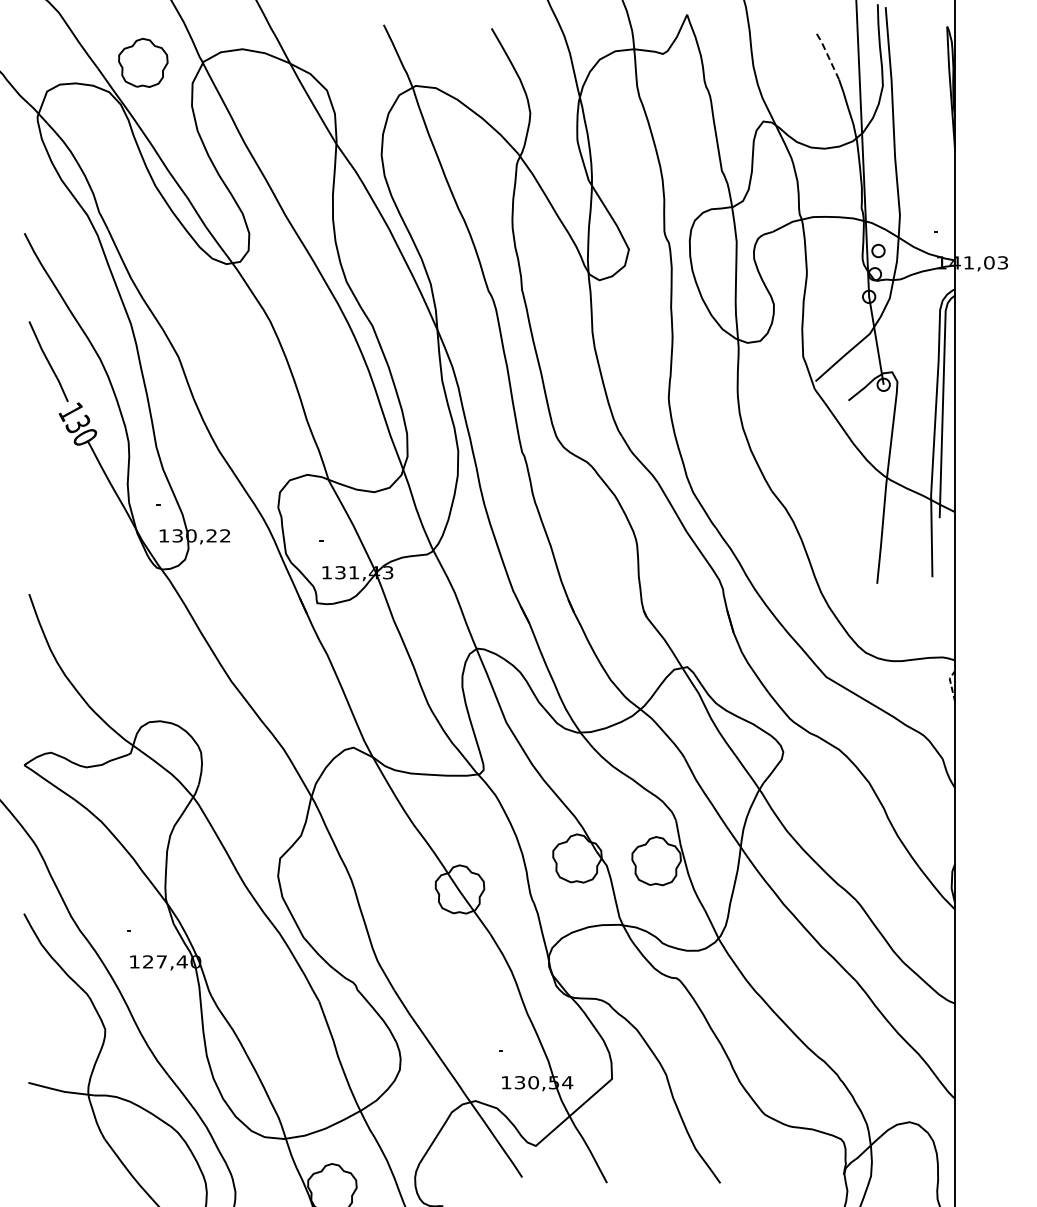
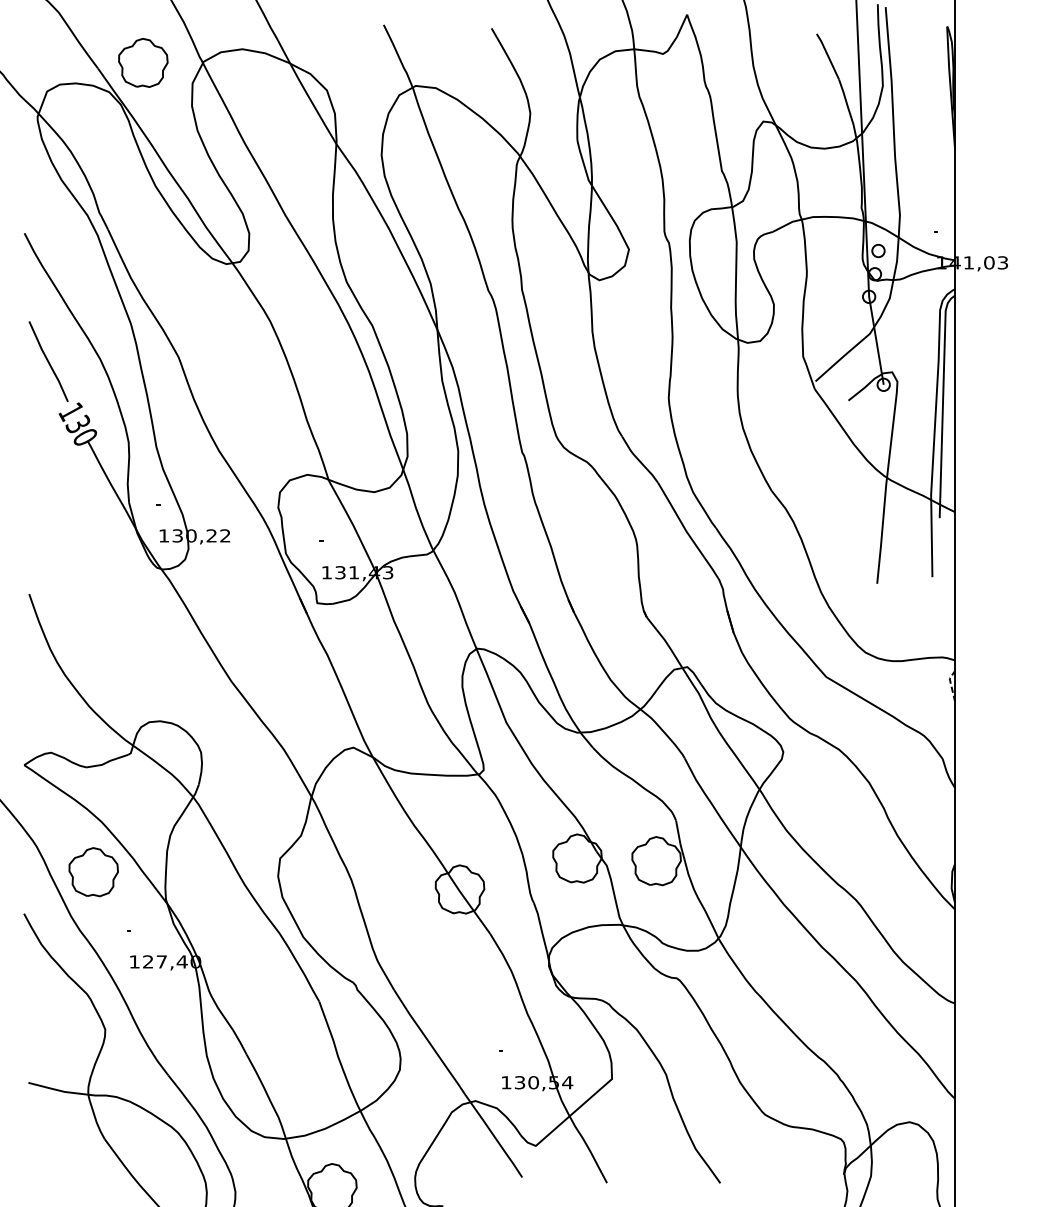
line at (828, 56): dashed -> solid
part at (93, 872): none -> present
